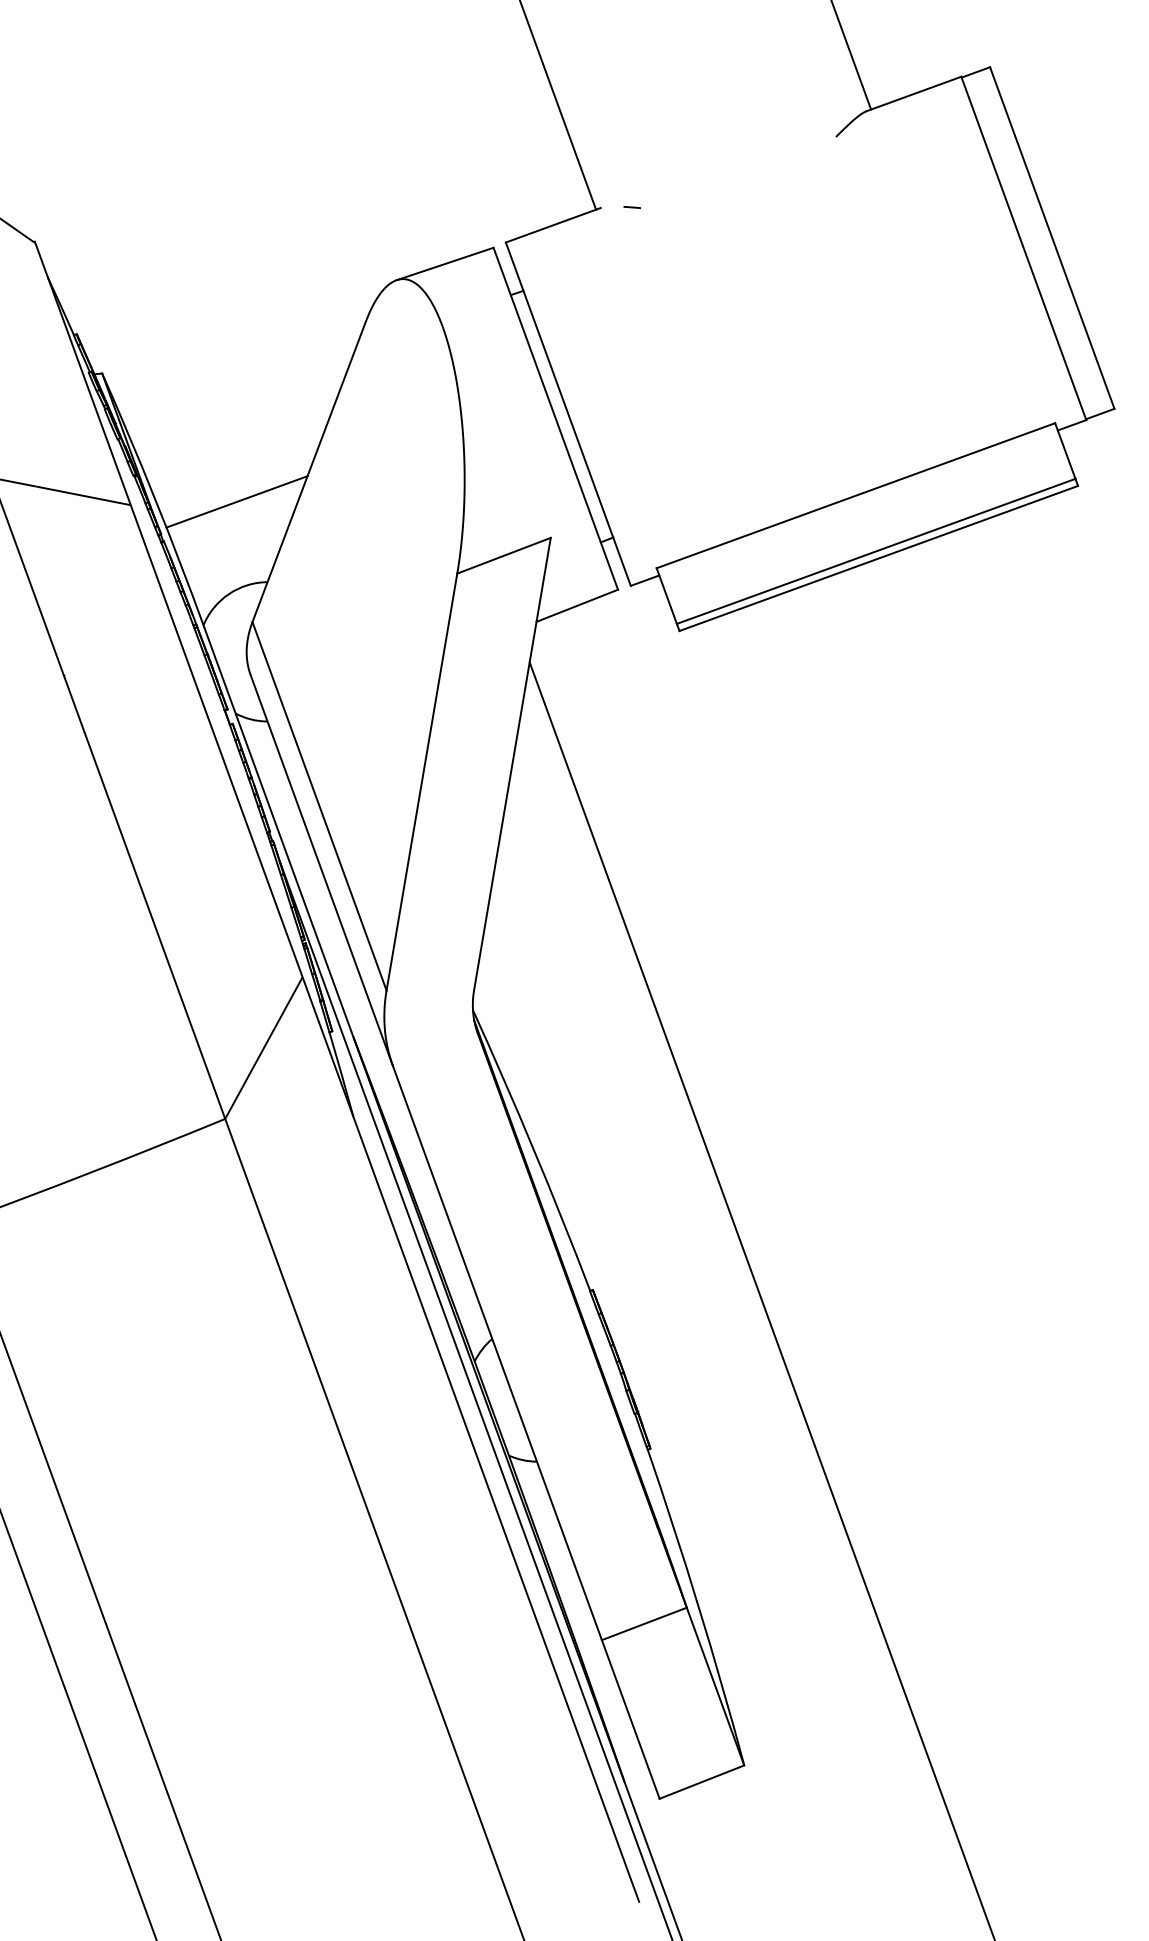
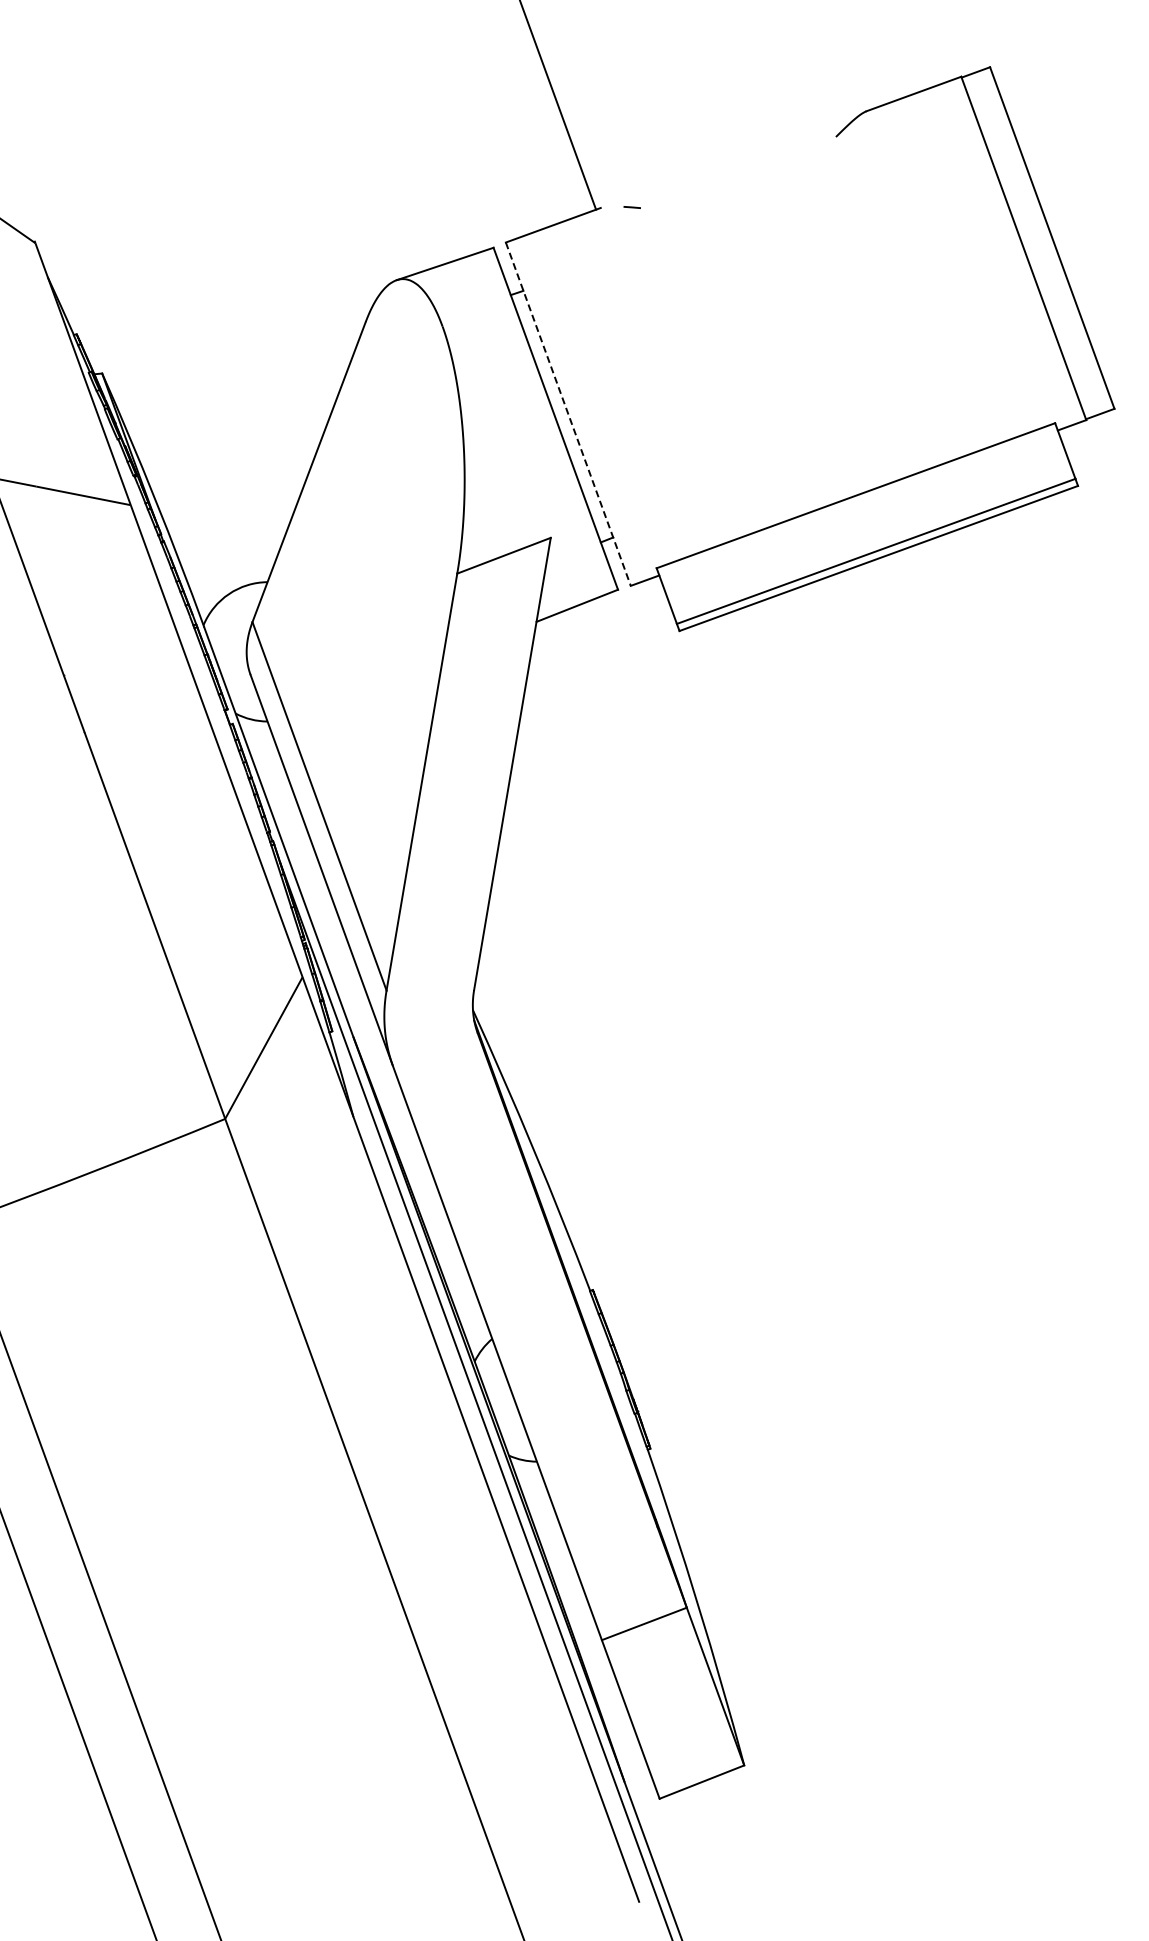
line at (851, 55): present -> none
line at (568, 414): solid -> dashed
line at (236, 501): present -> none
line at (761, 1299): present -> none
